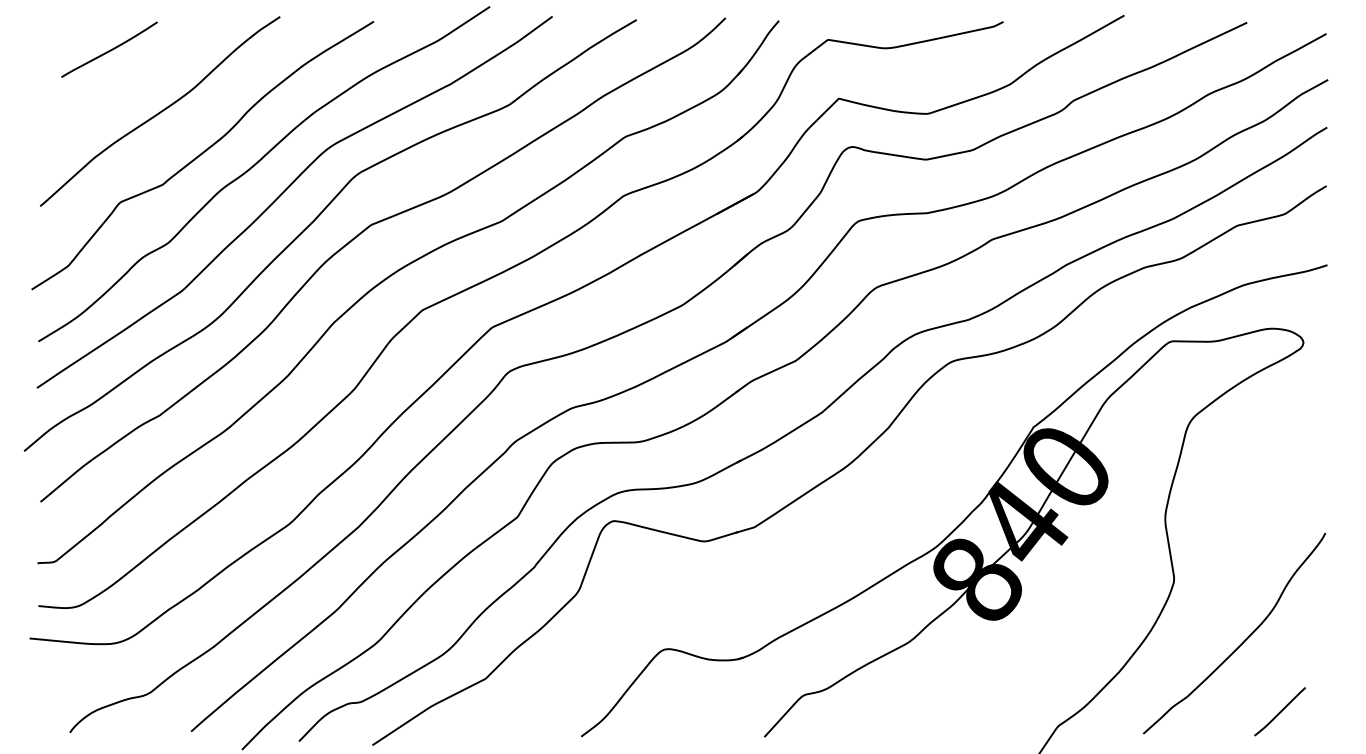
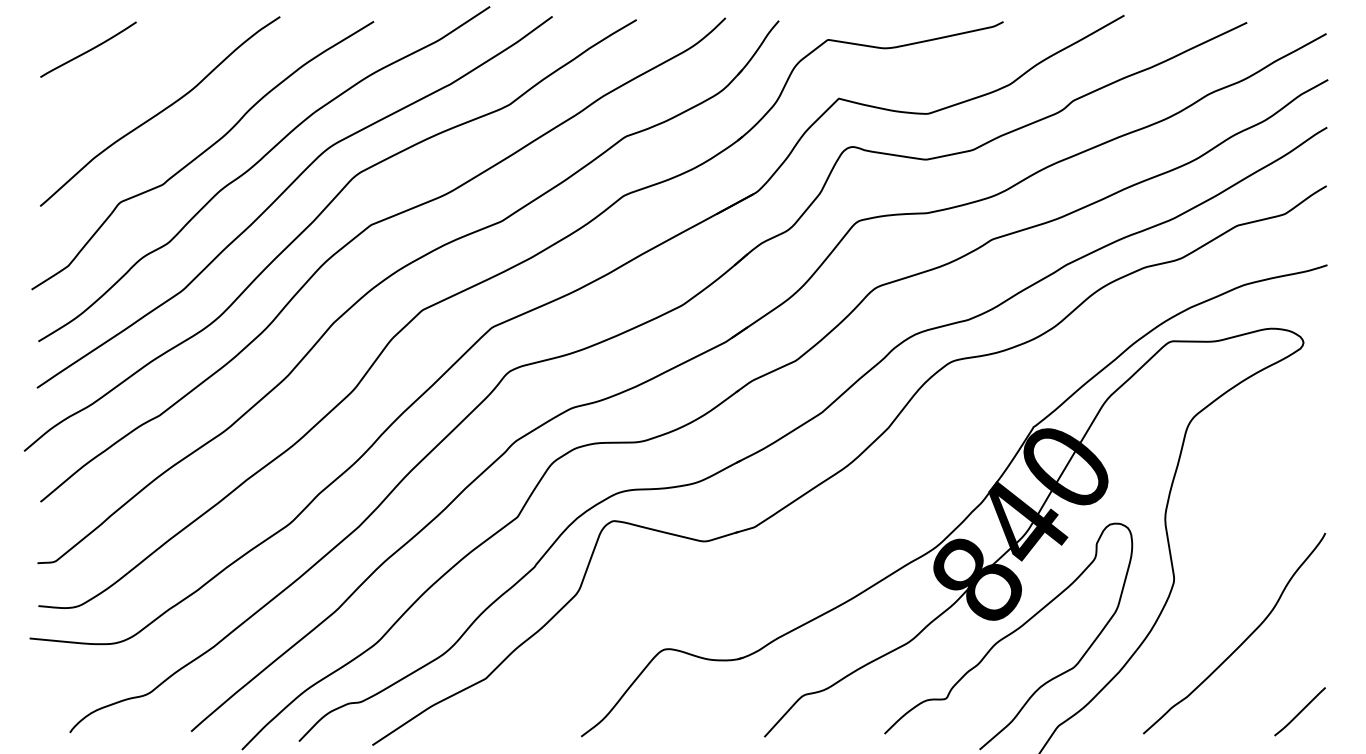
curve at (110, 49) position: (110, 49) -> (89, 49)
curve at (1008, 636): none -> present
line at (1279, 711) position: (1279, 711) -> (1299, 711)
